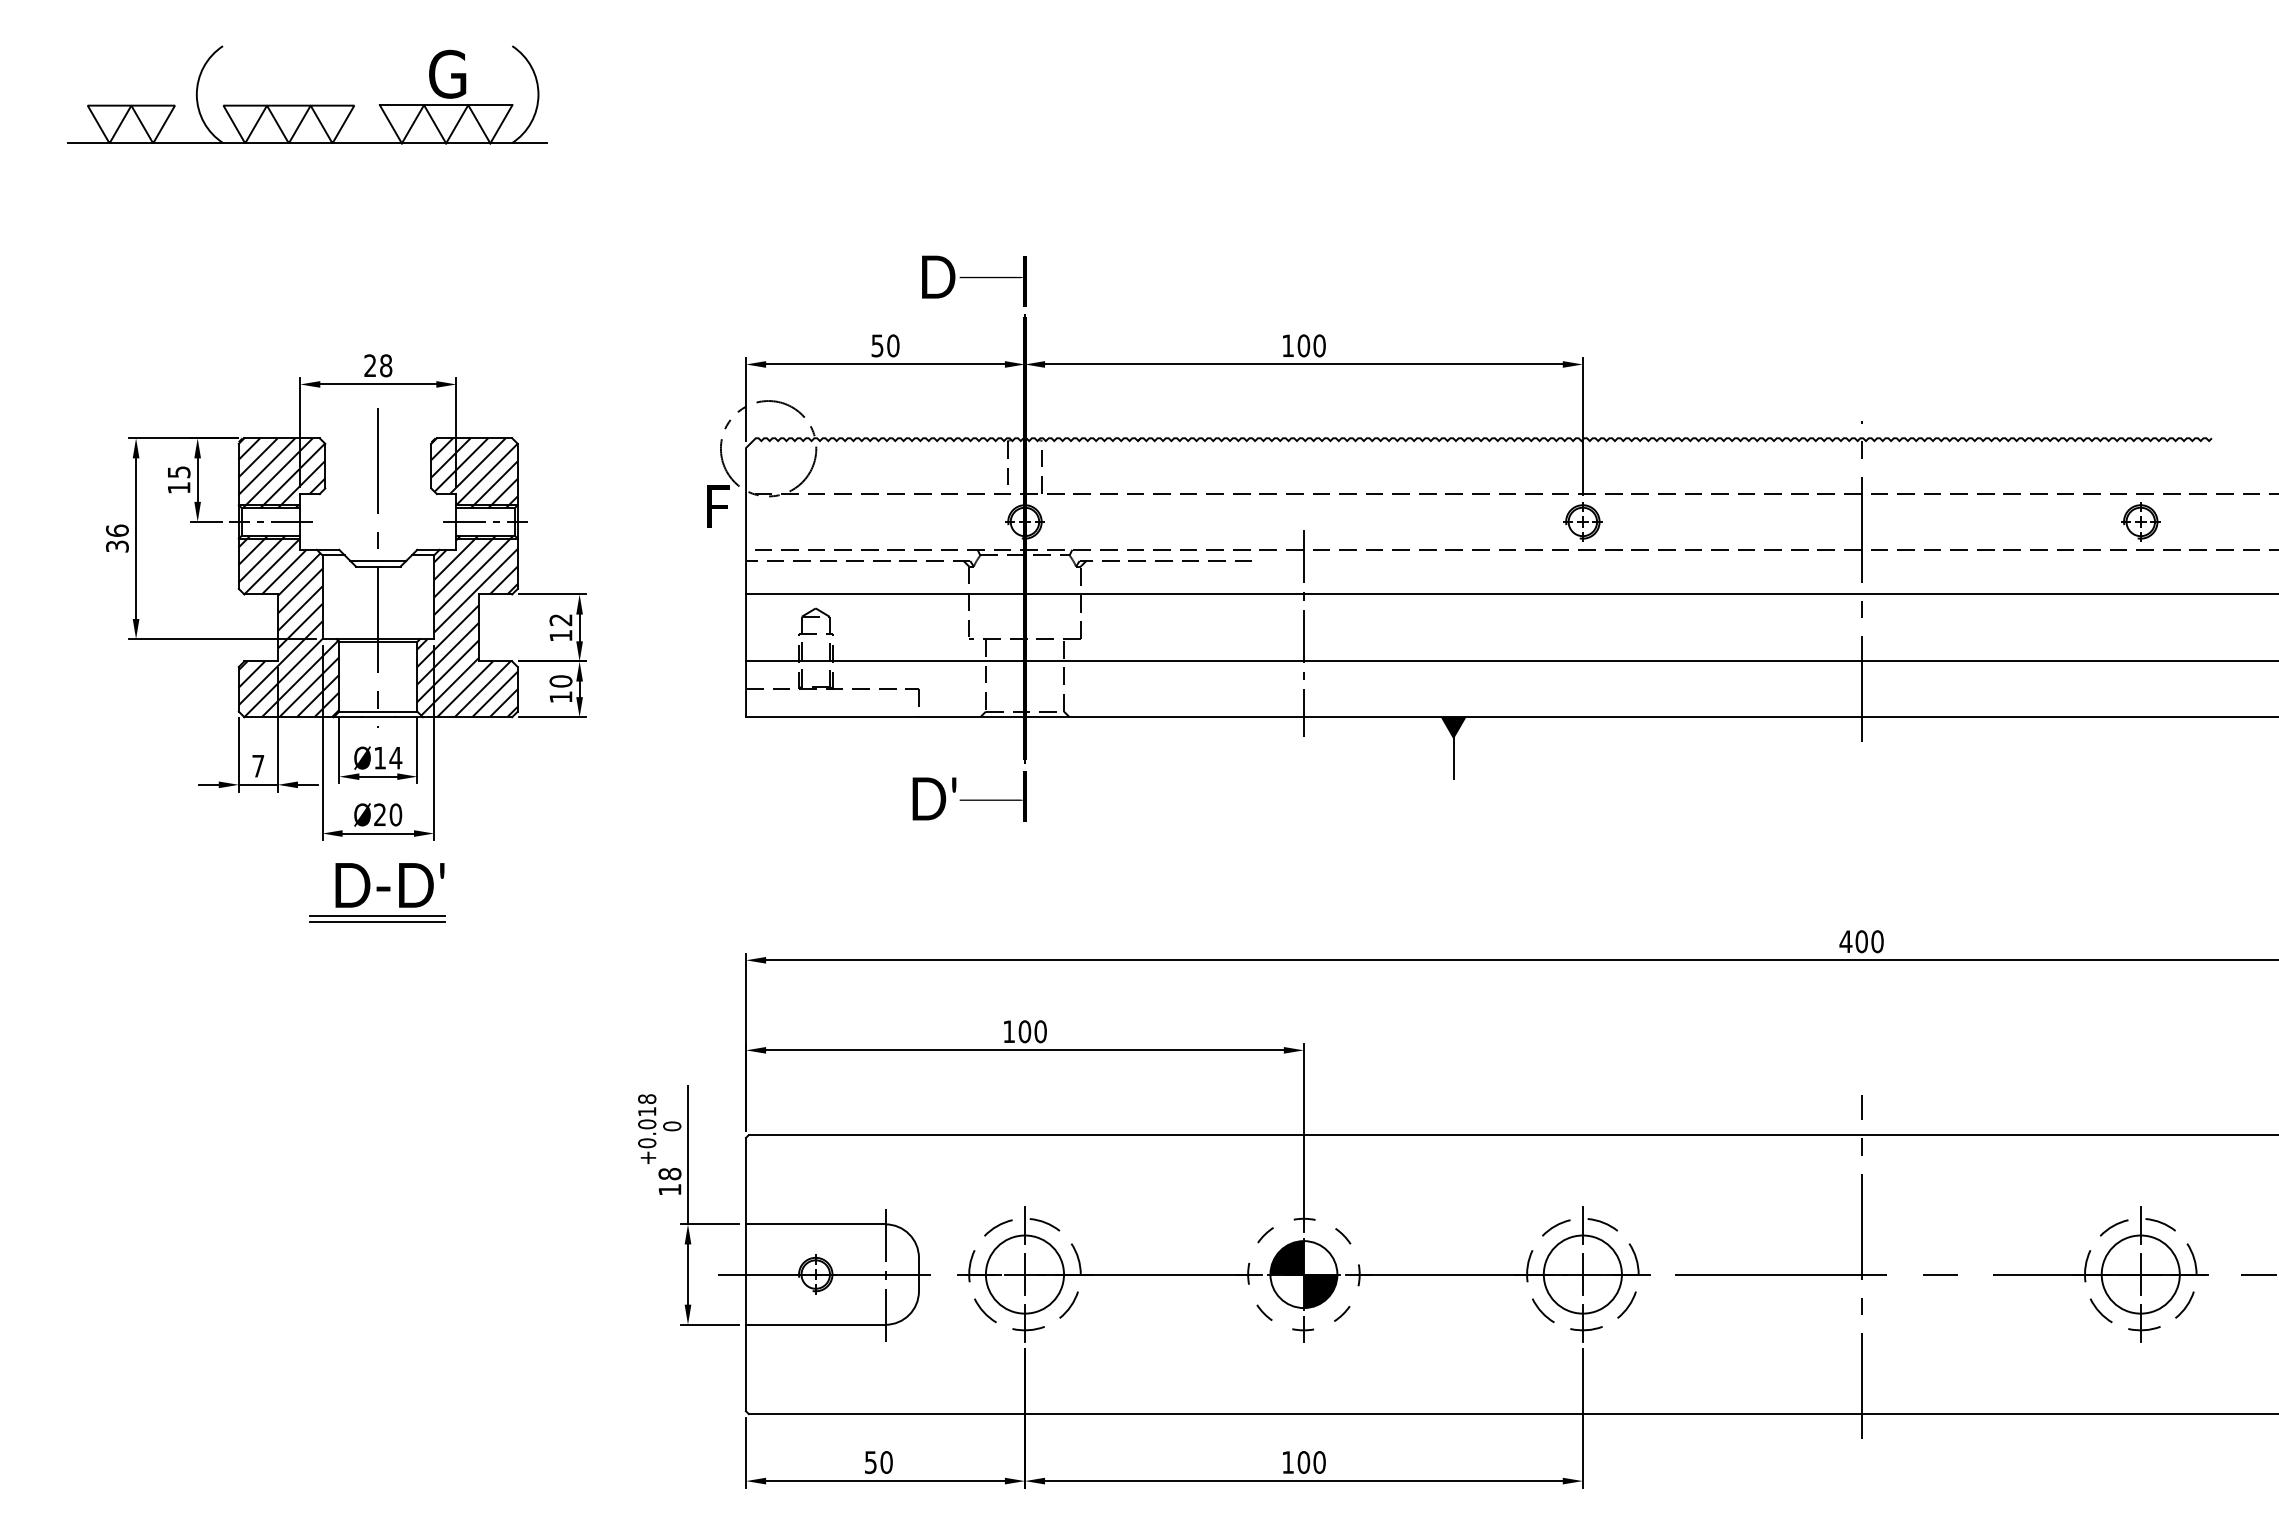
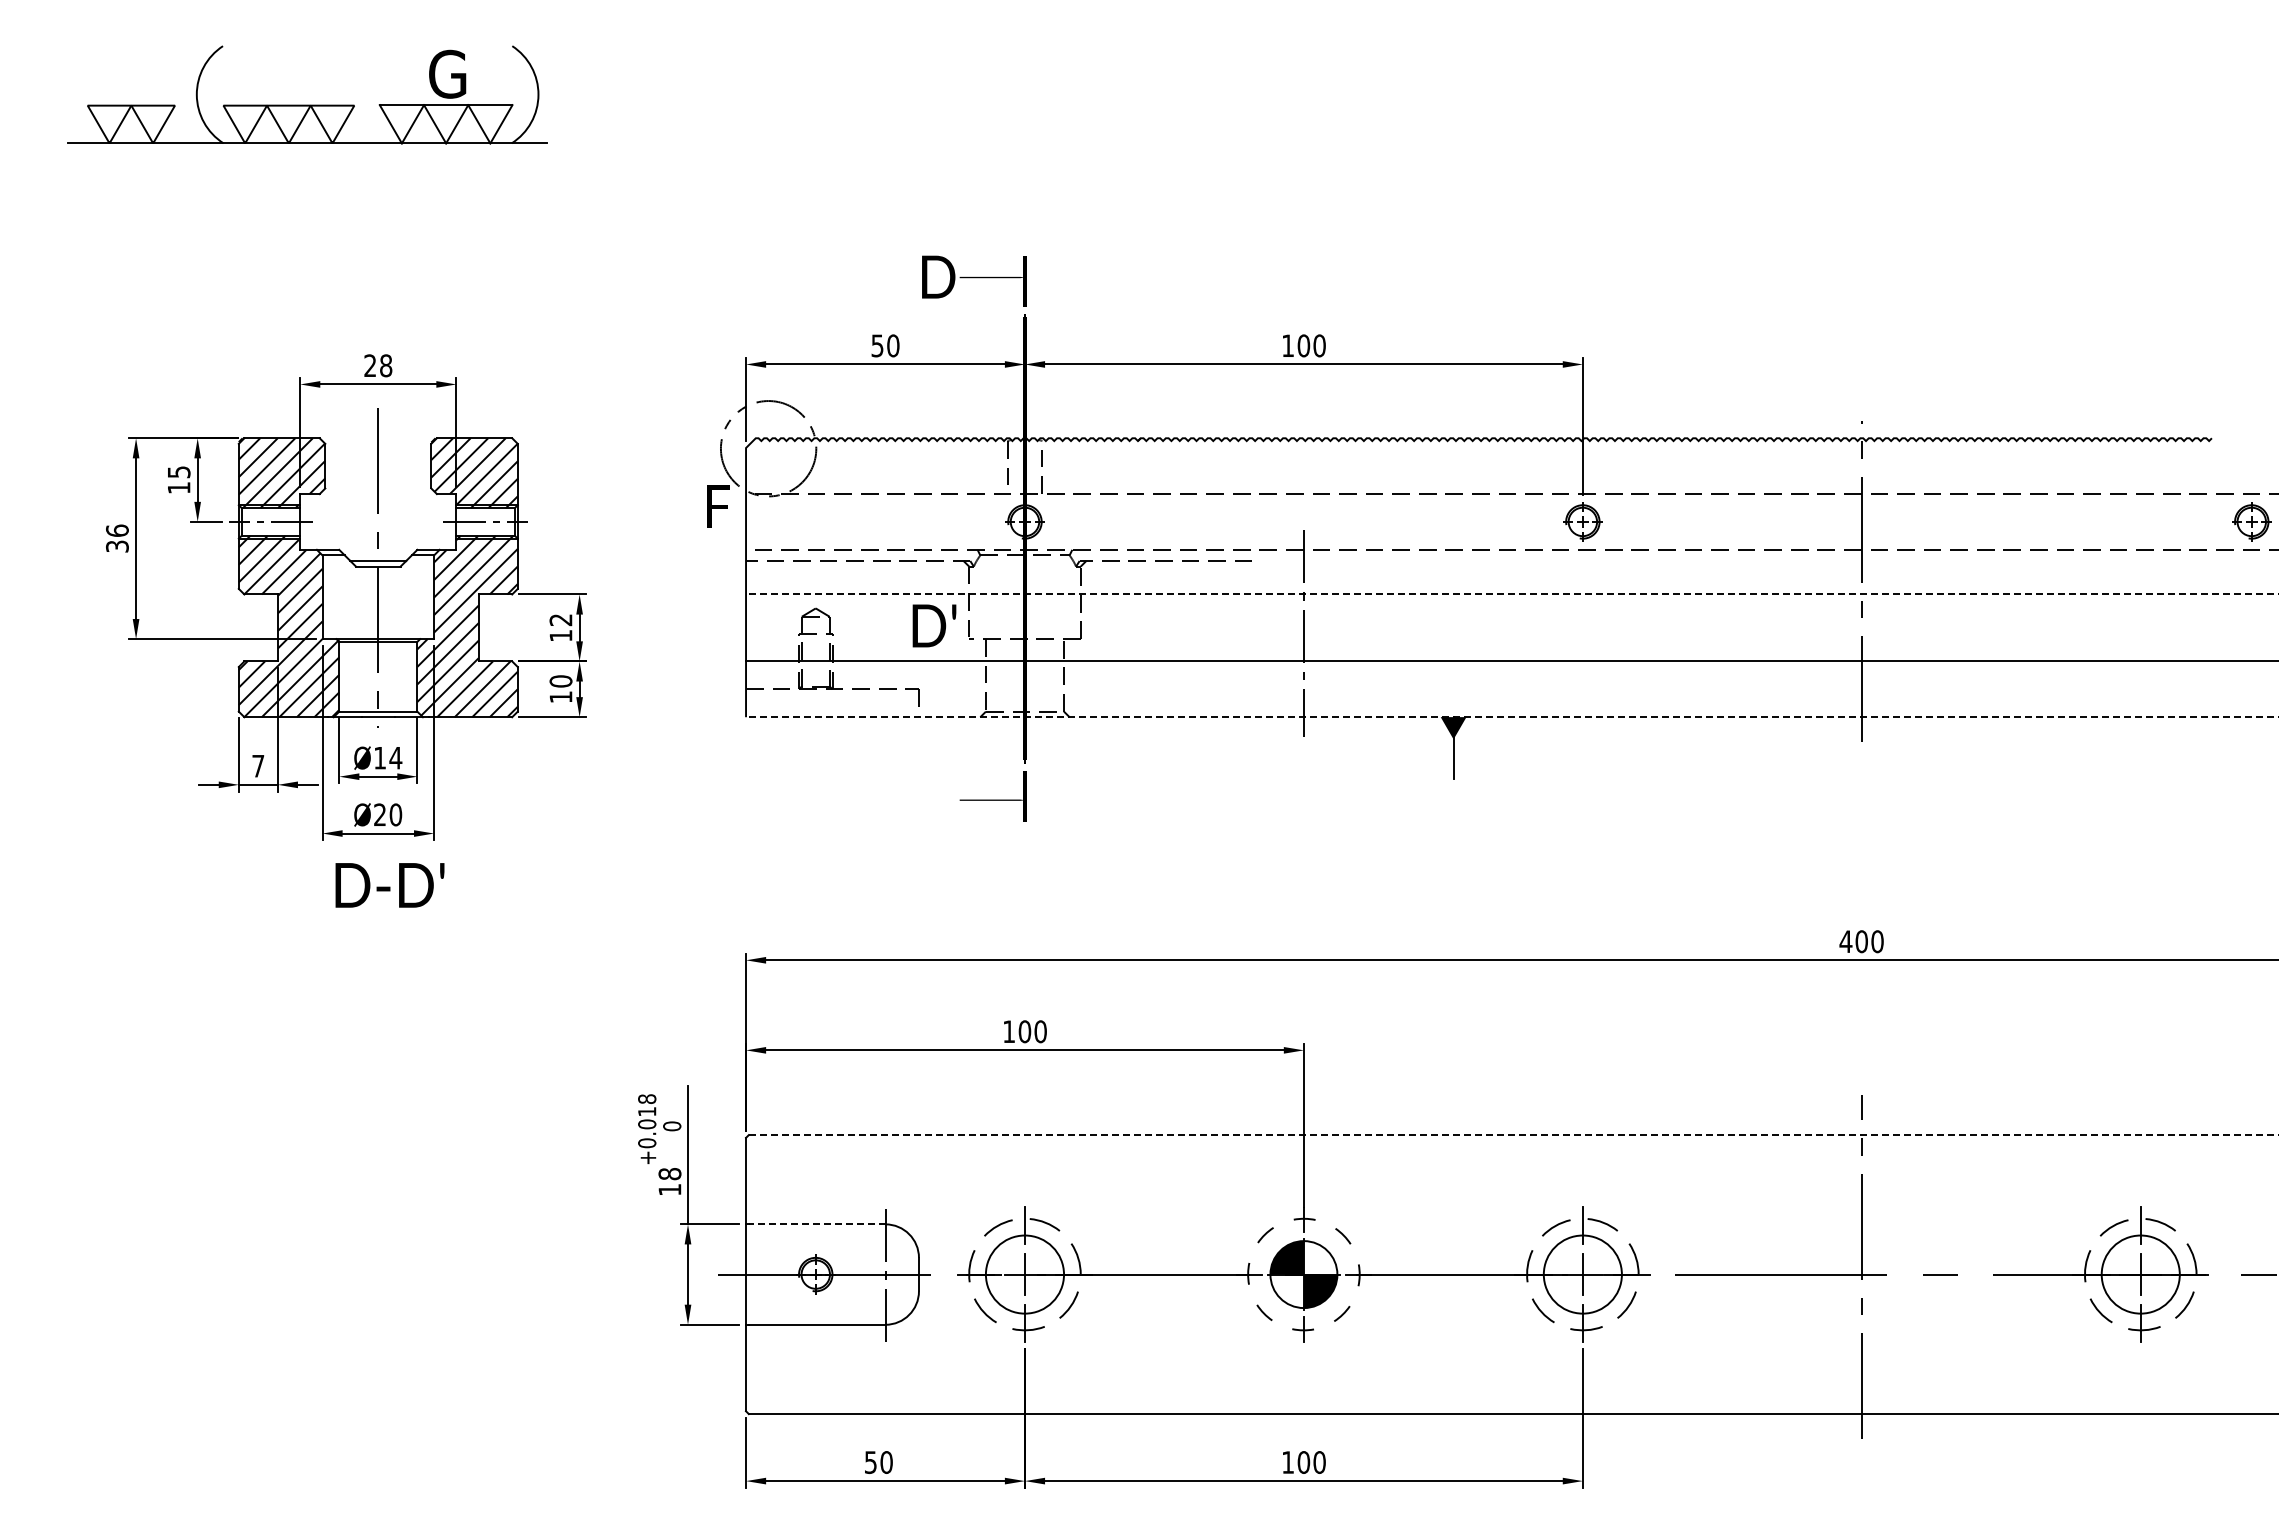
part at (2140, 521) position: (2140, 521) -> (2251, 521)
line at (1511, 594): solid -> dashed
line at (1511, 717): solid -> dashed
text at (934, 798) position: (934, 798) -> (934, 625)
line at (377, 916): present -> none
line at (377, 921): present -> none
line at (1513, 1135): solid -> dashed
line at (816, 1224): solid -> dashed
